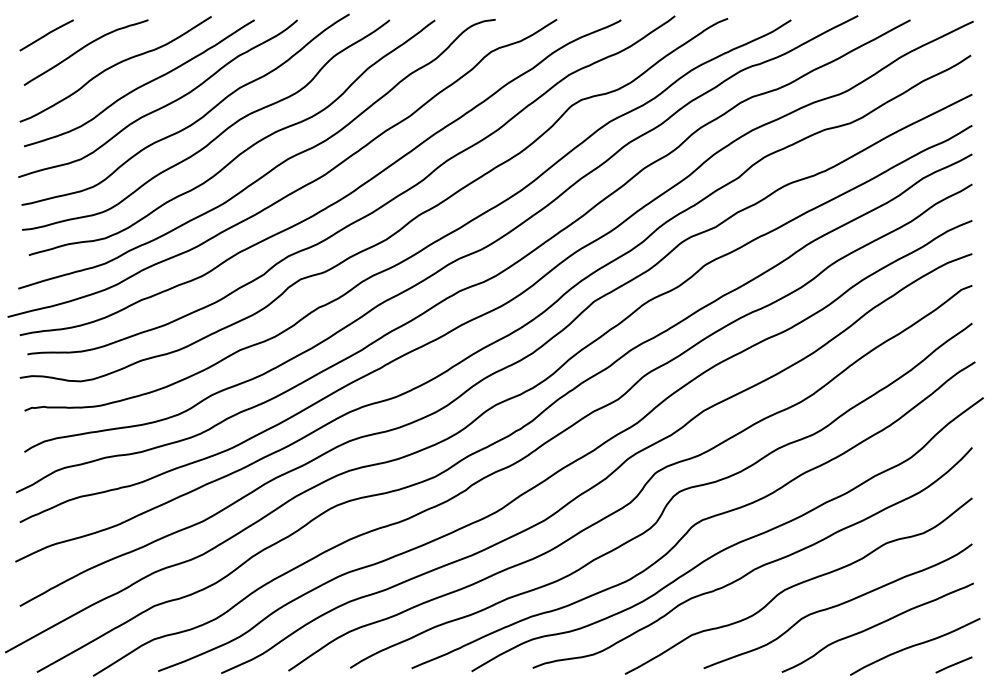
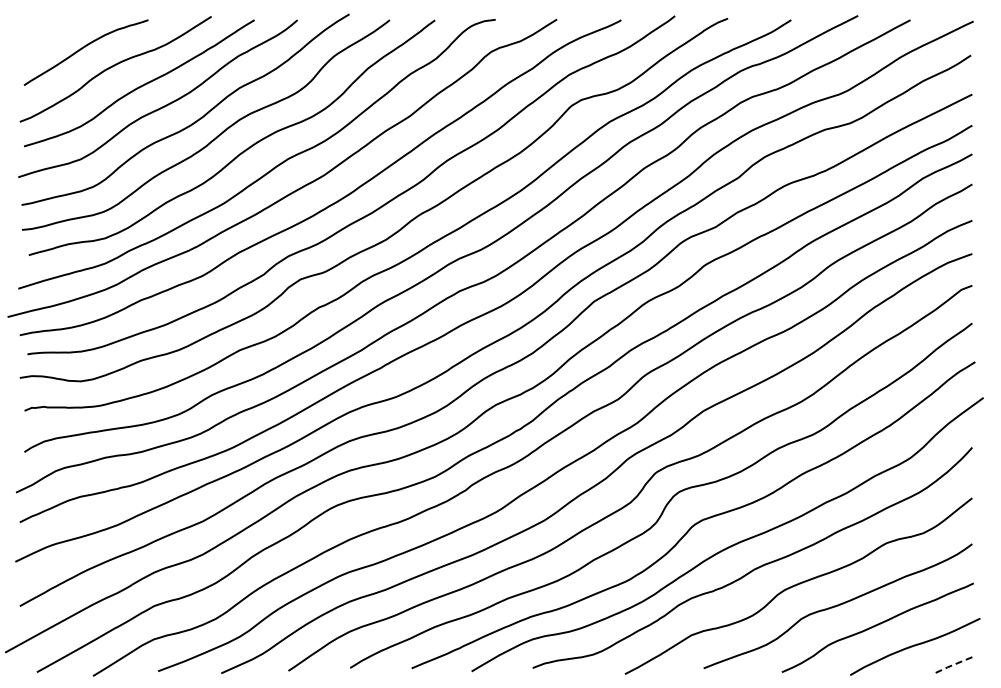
line at (46, 35): present -> none
line at (953, 665): solid -> dashed
